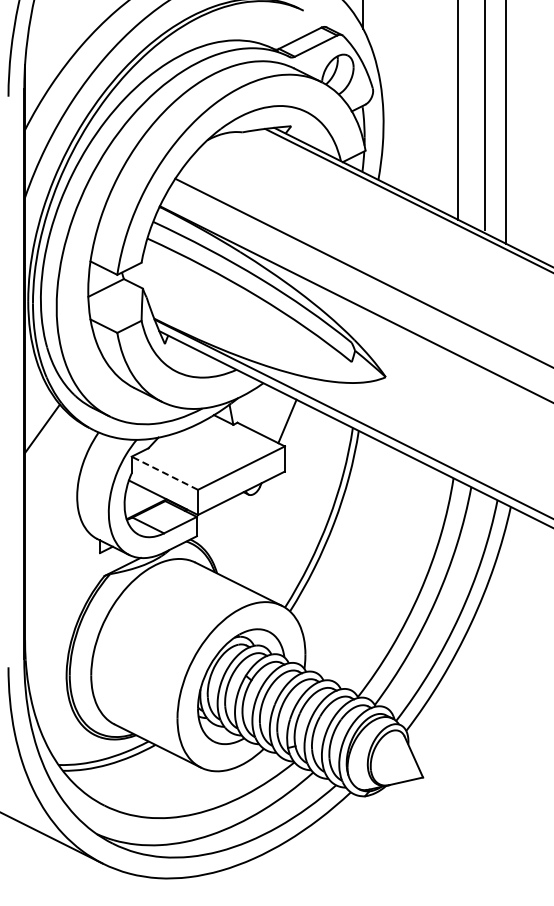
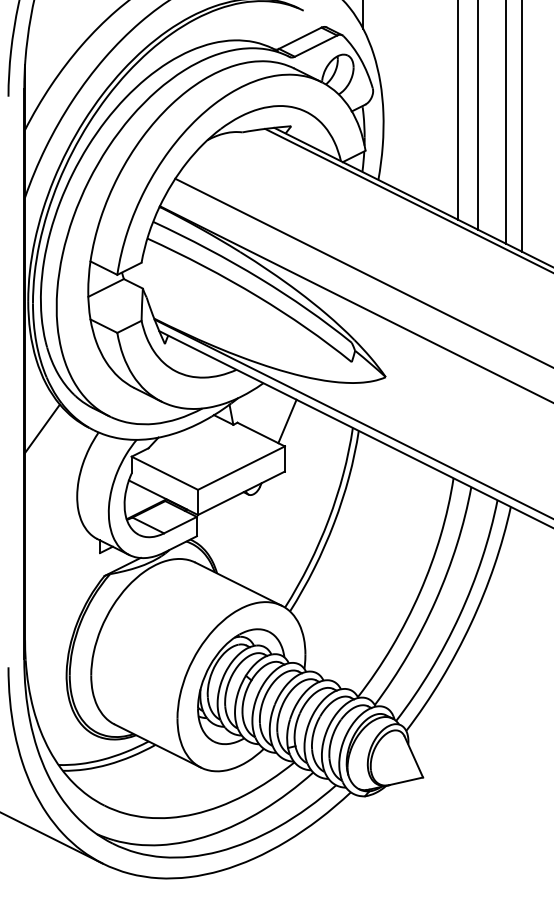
line at (485, 115) position: (485, 115) -> (478, 115)
line at (521, 126): none -> present
line at (164, 473): dashed -> solid
